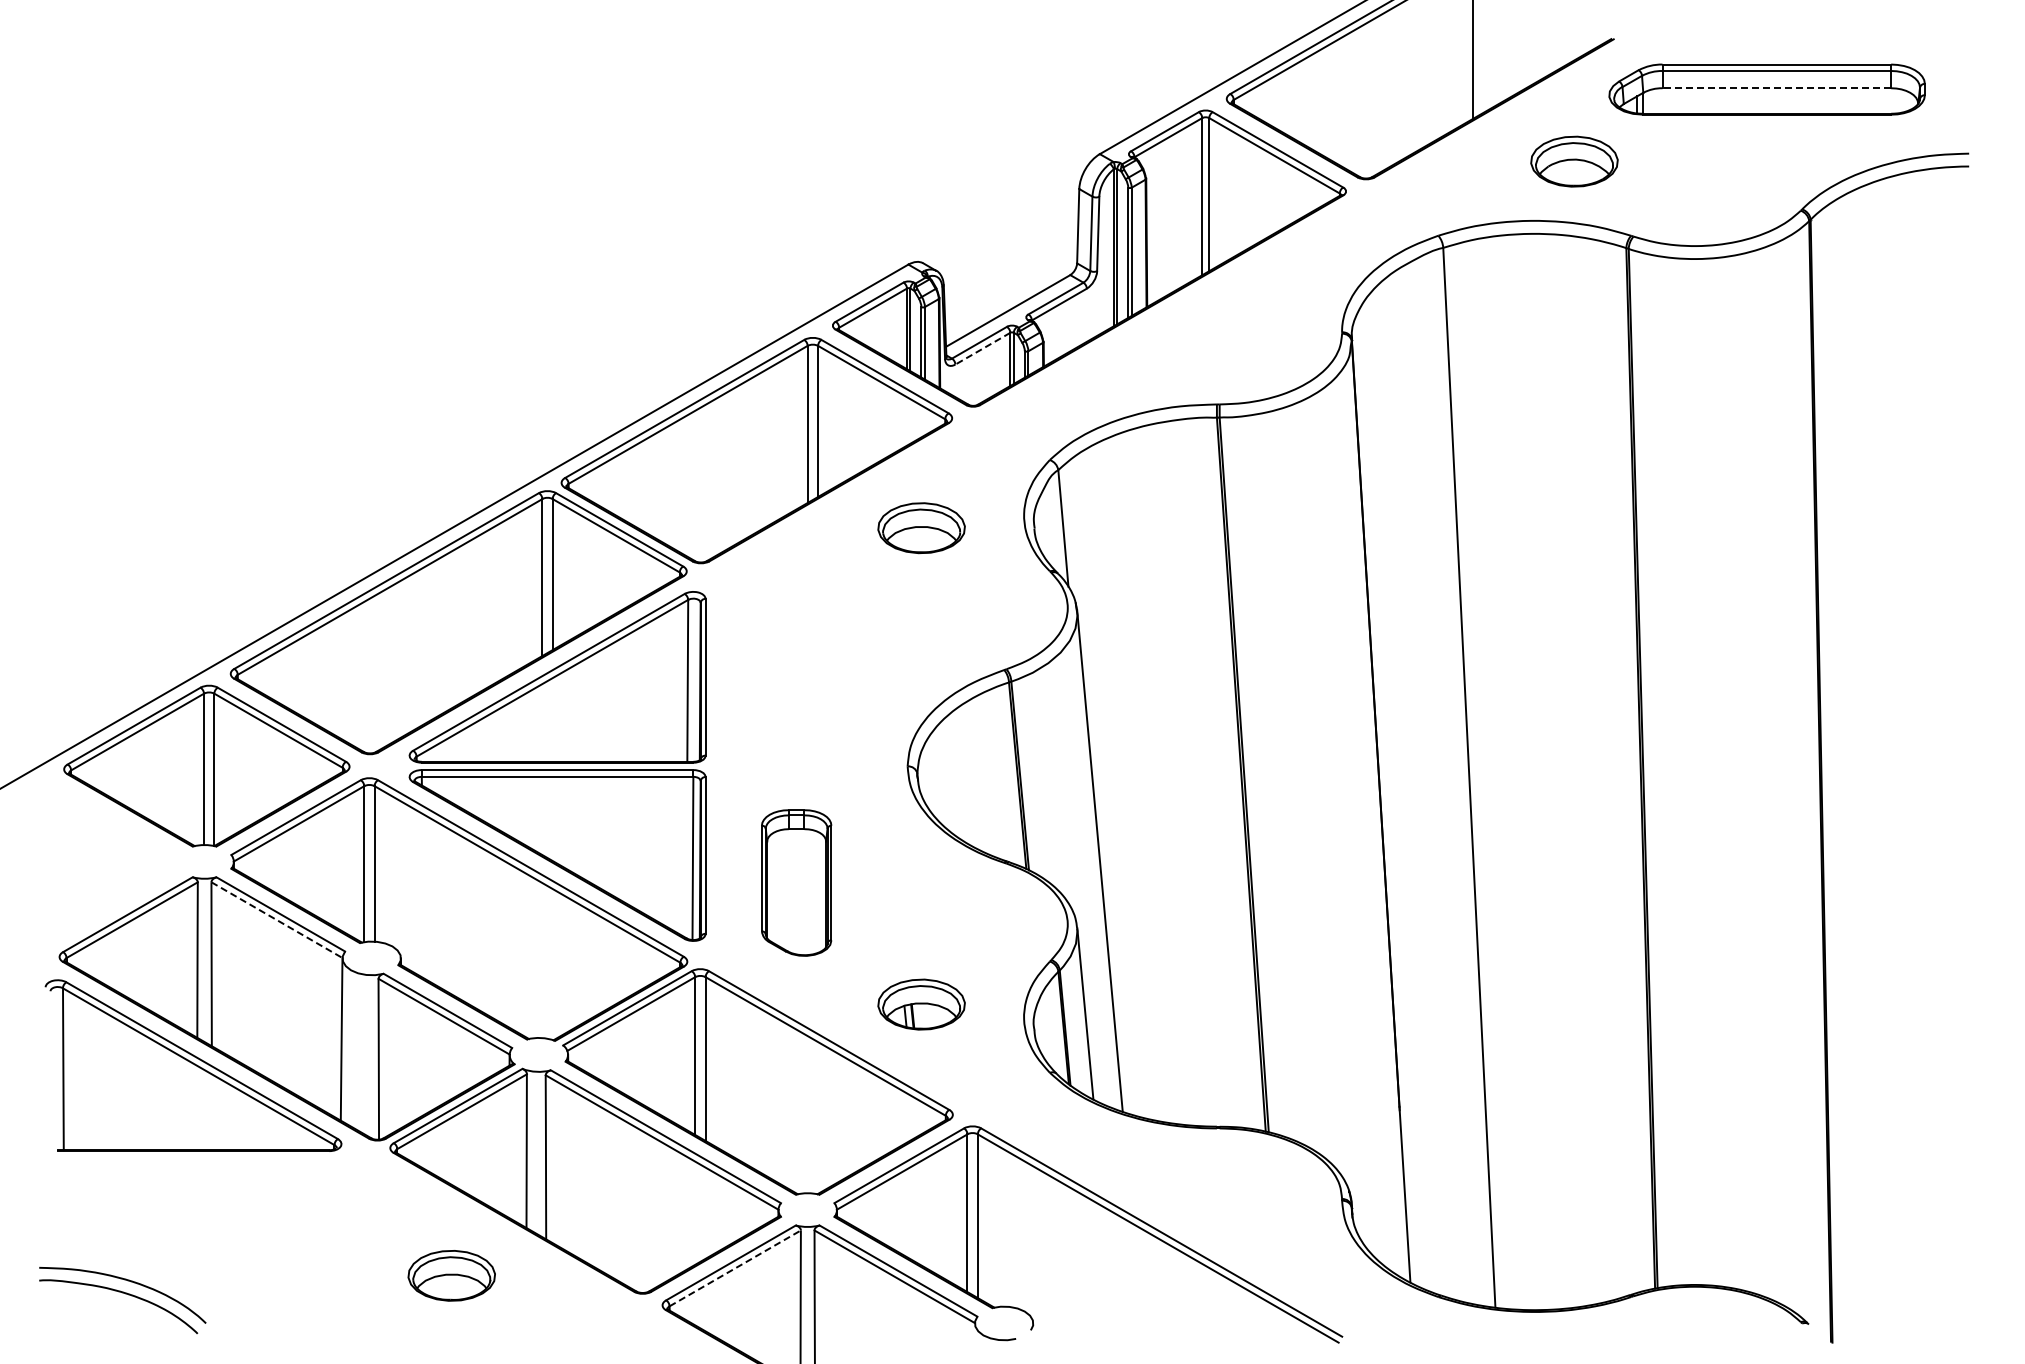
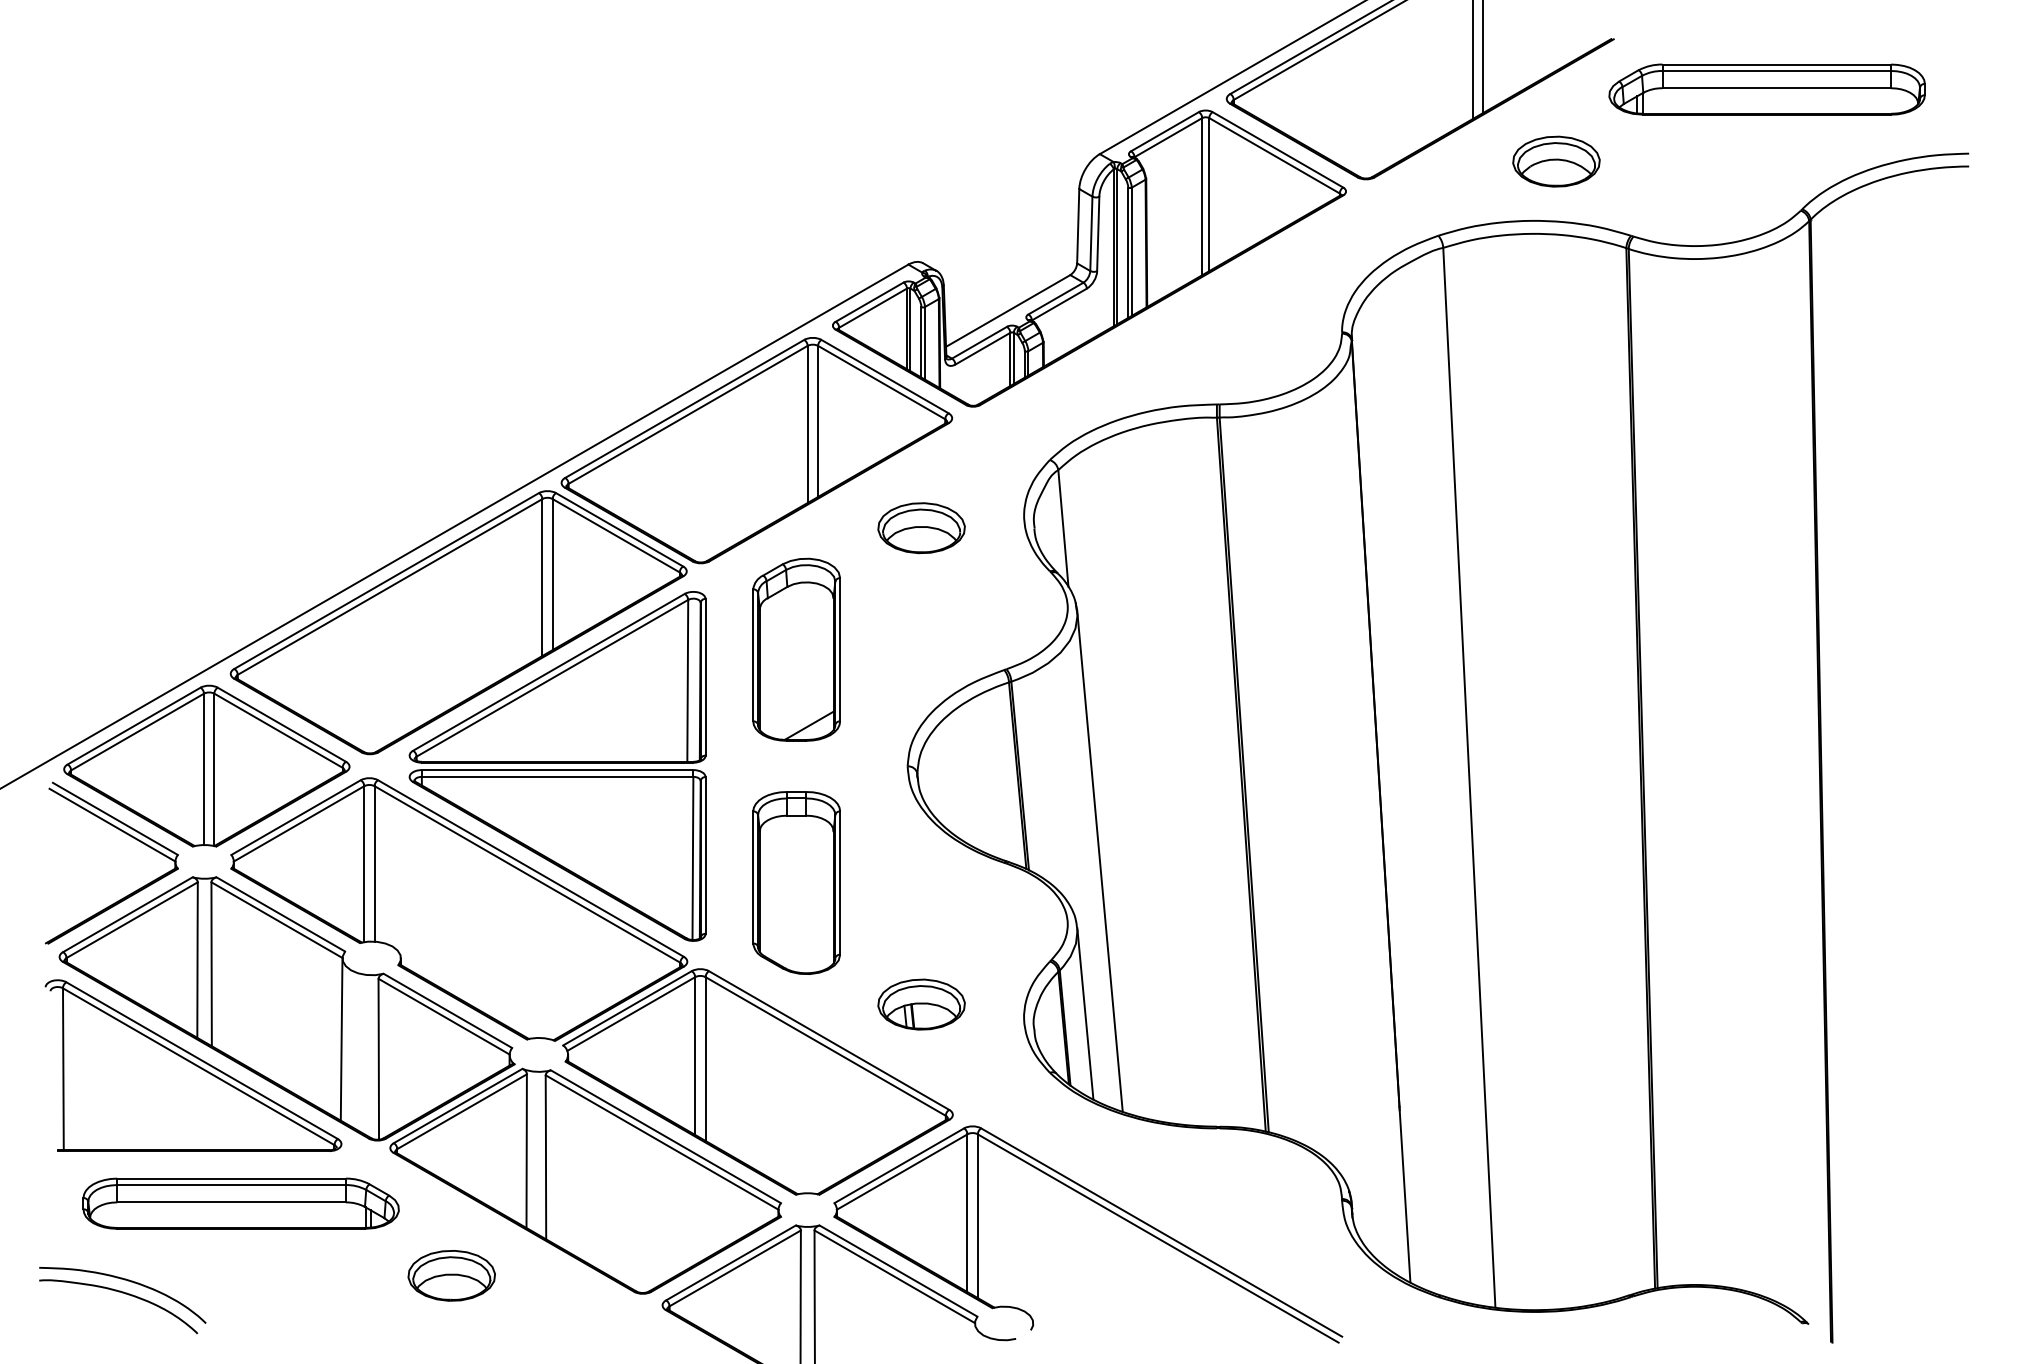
line at (1483, 57): none -> present
line at (1776, 88): dashed -> solid
part at (1574, 161) position: (1574, 161) -> (1556, 161)
line at (982, 348): dashed -> solid
part at (796, 649): none -> present
part at (129, 836): none -> present
part at (796, 882) size: 72x148 px -> 89x184 px
line at (277, 920): dashed -> solid
part at (240, 1203): none -> present
line at (735, 1268): dashed -> solid
